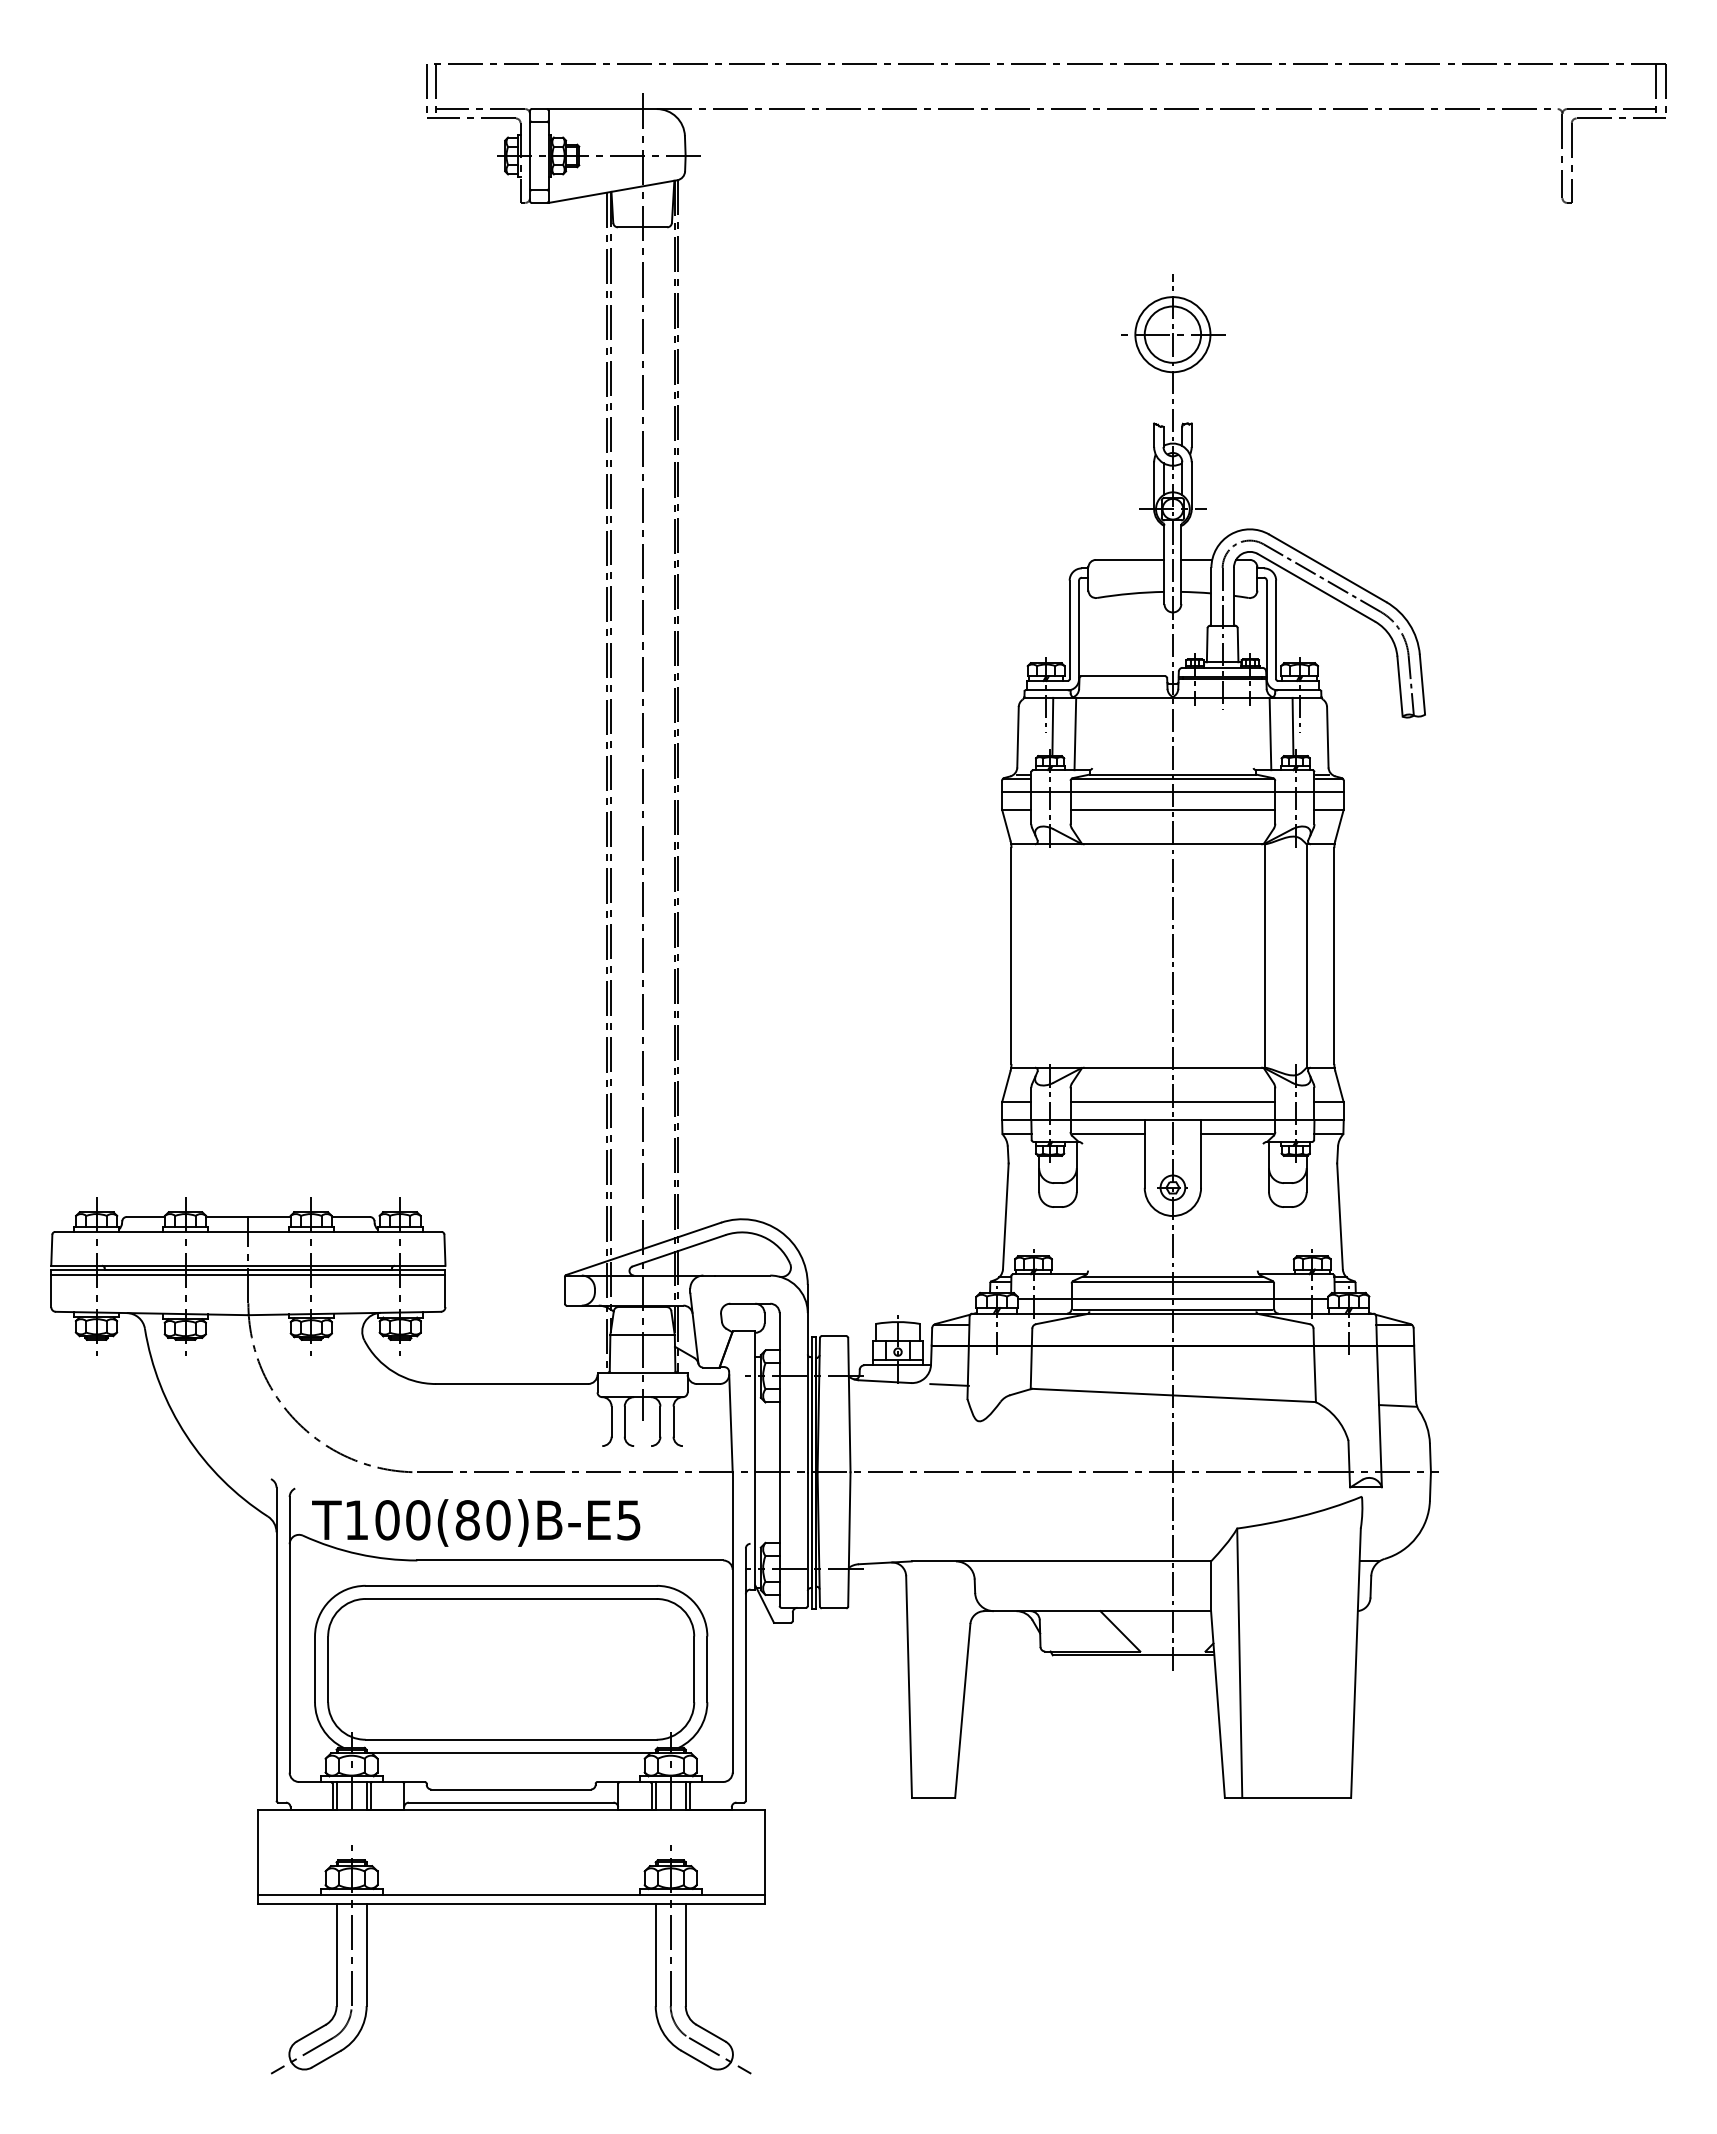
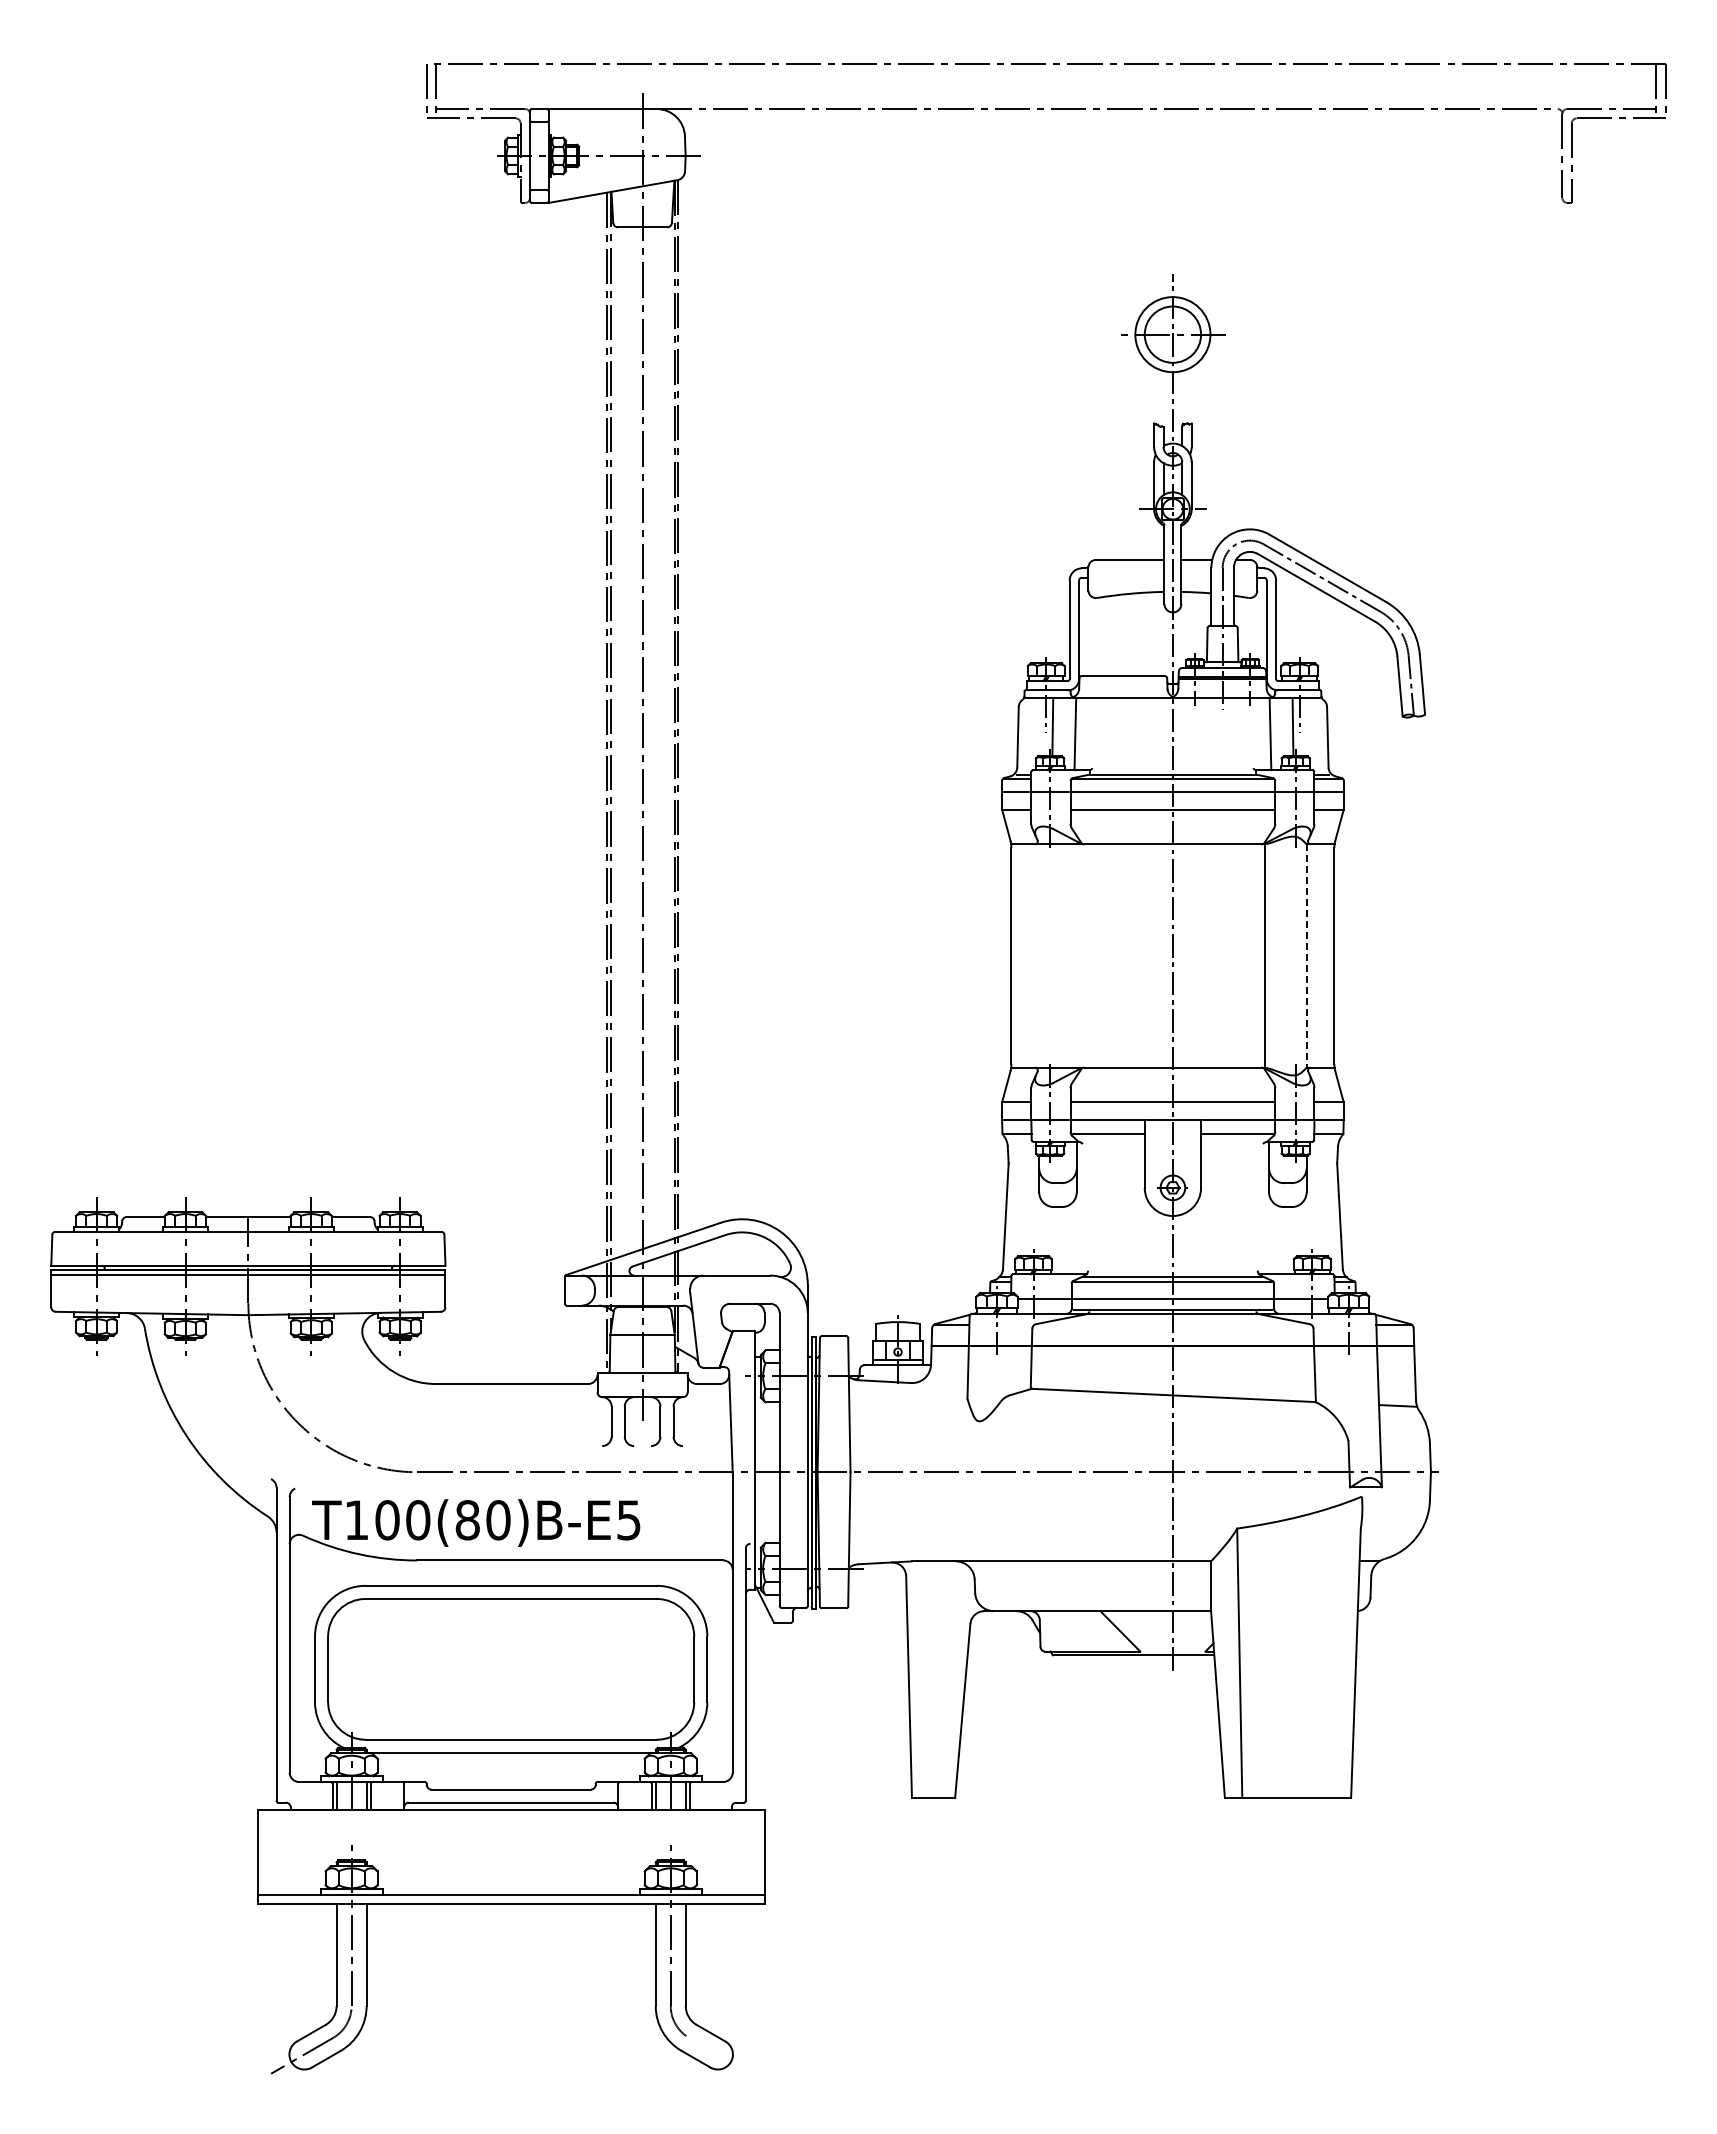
line at (1306, 956): solid -> dashed
line at (949, 1384): present -> none
line at (720, 2055): present -> none
